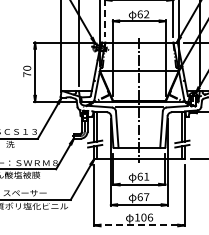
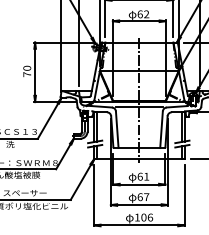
line at (105, 18): dashed -> solid
line at (139, 225): dashed -> solid
